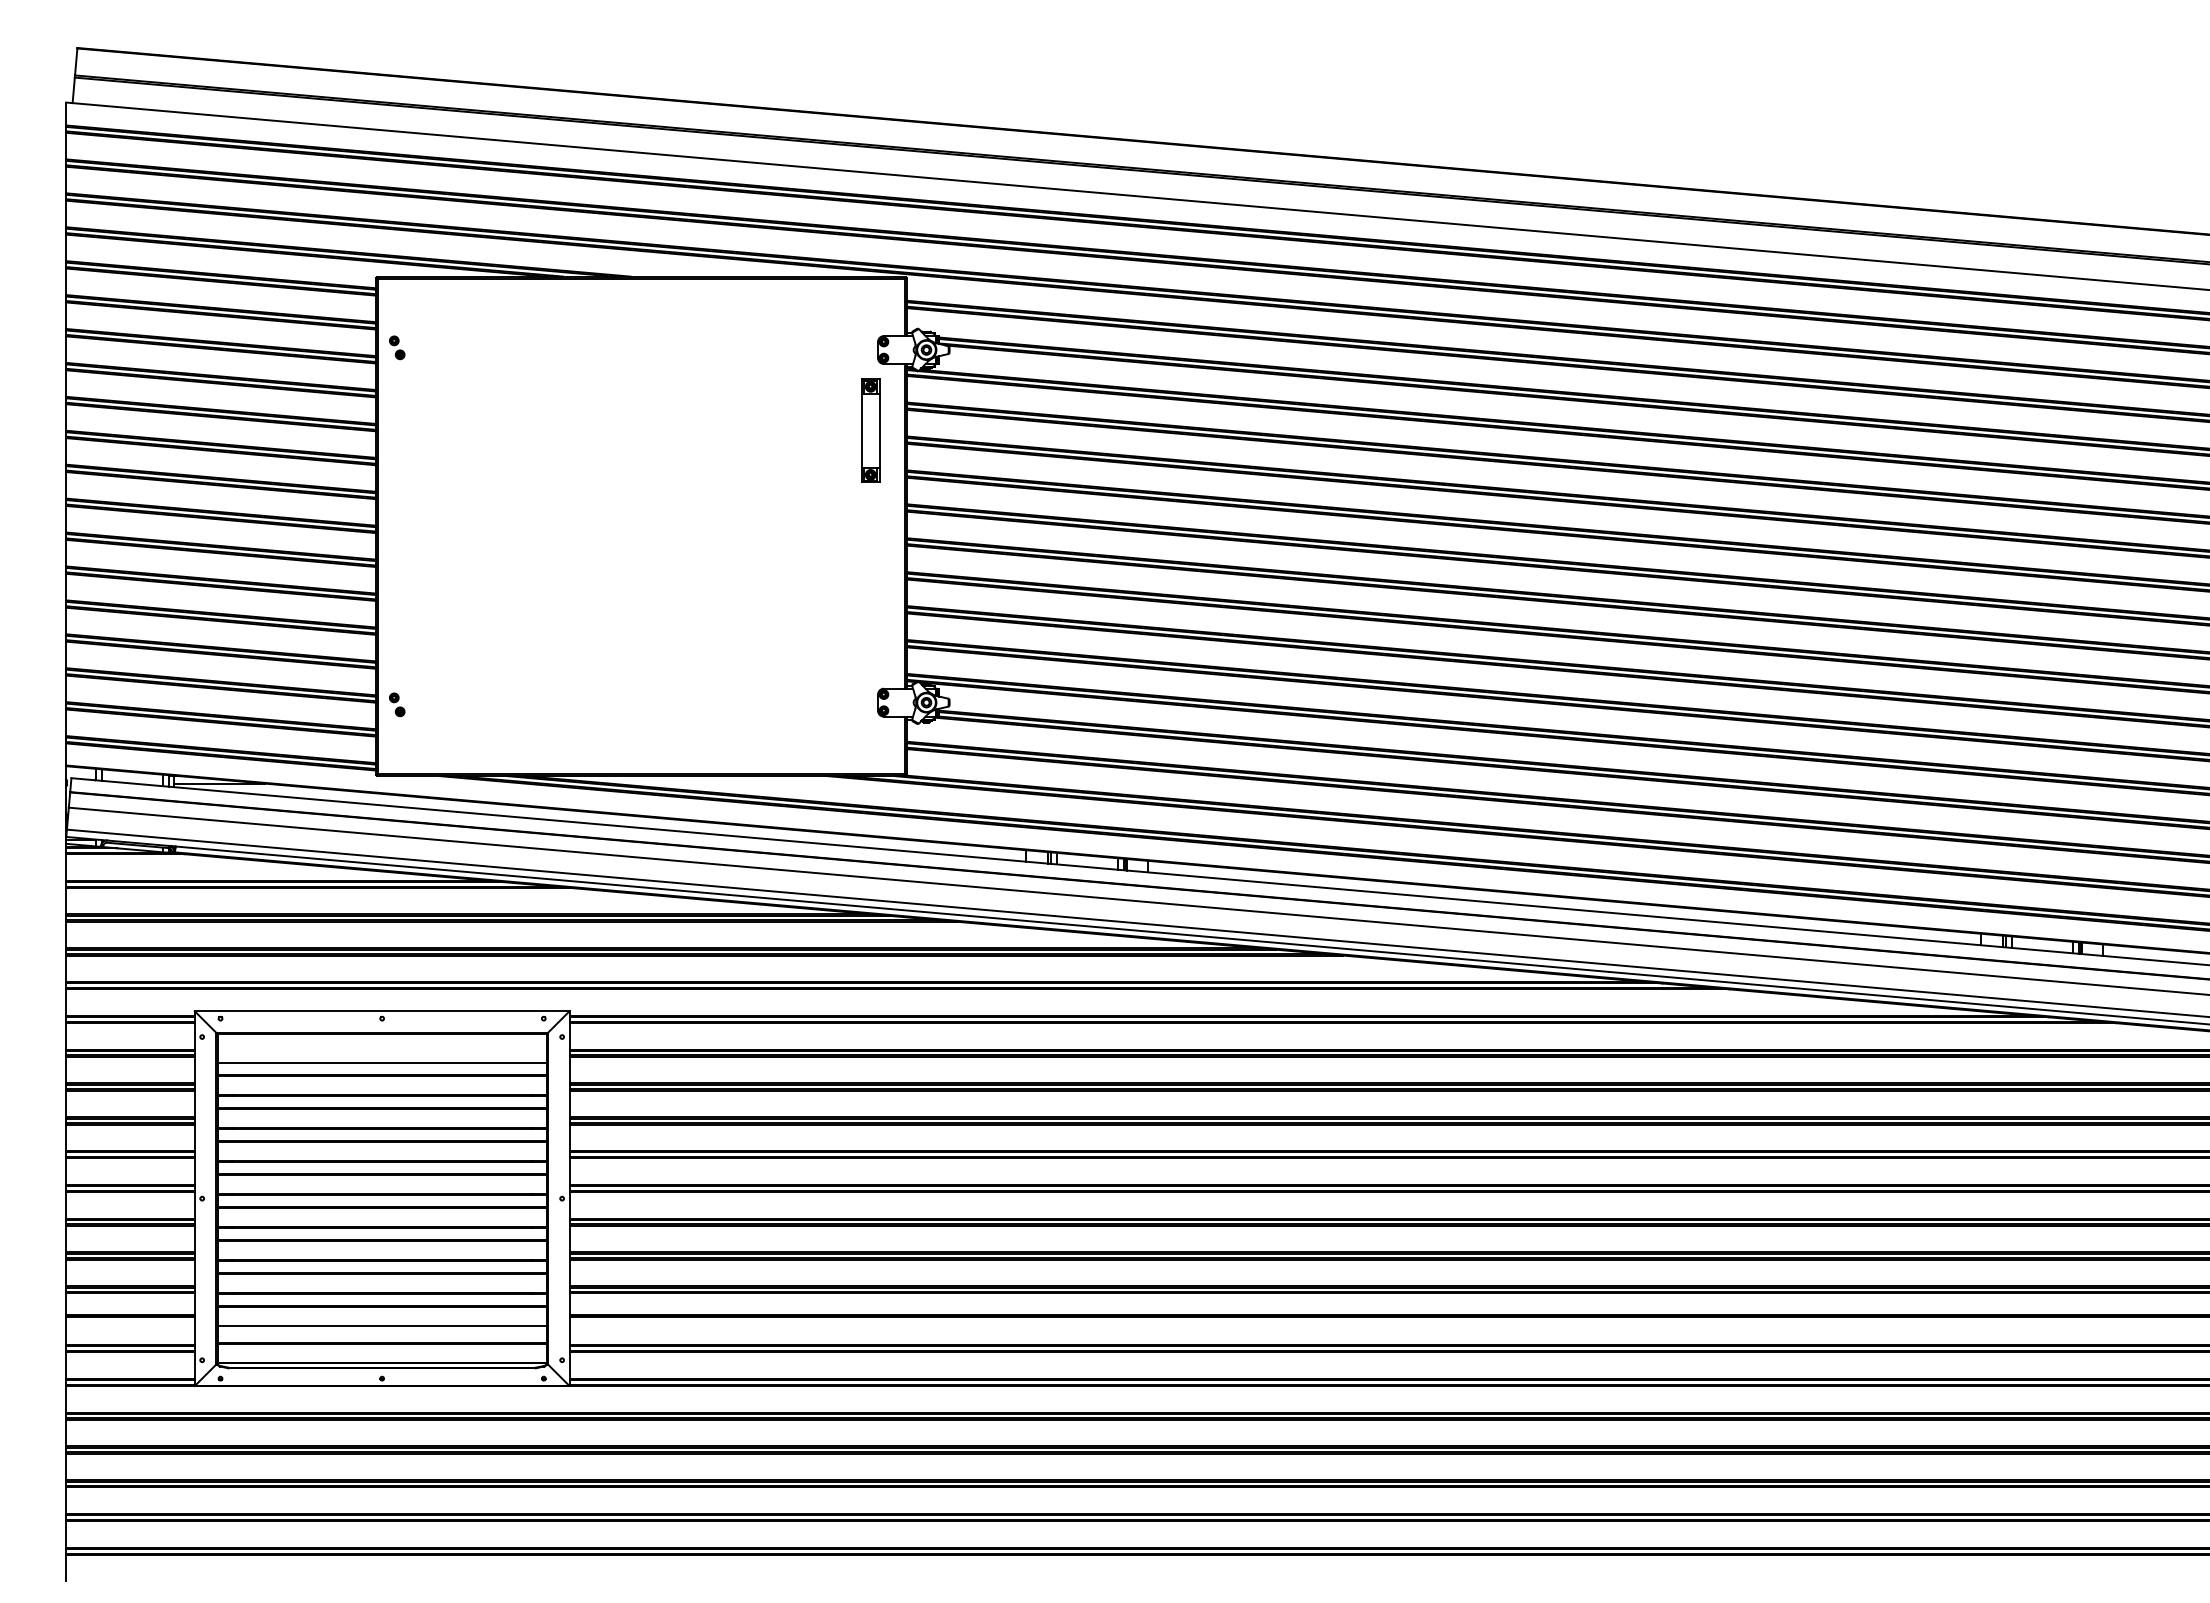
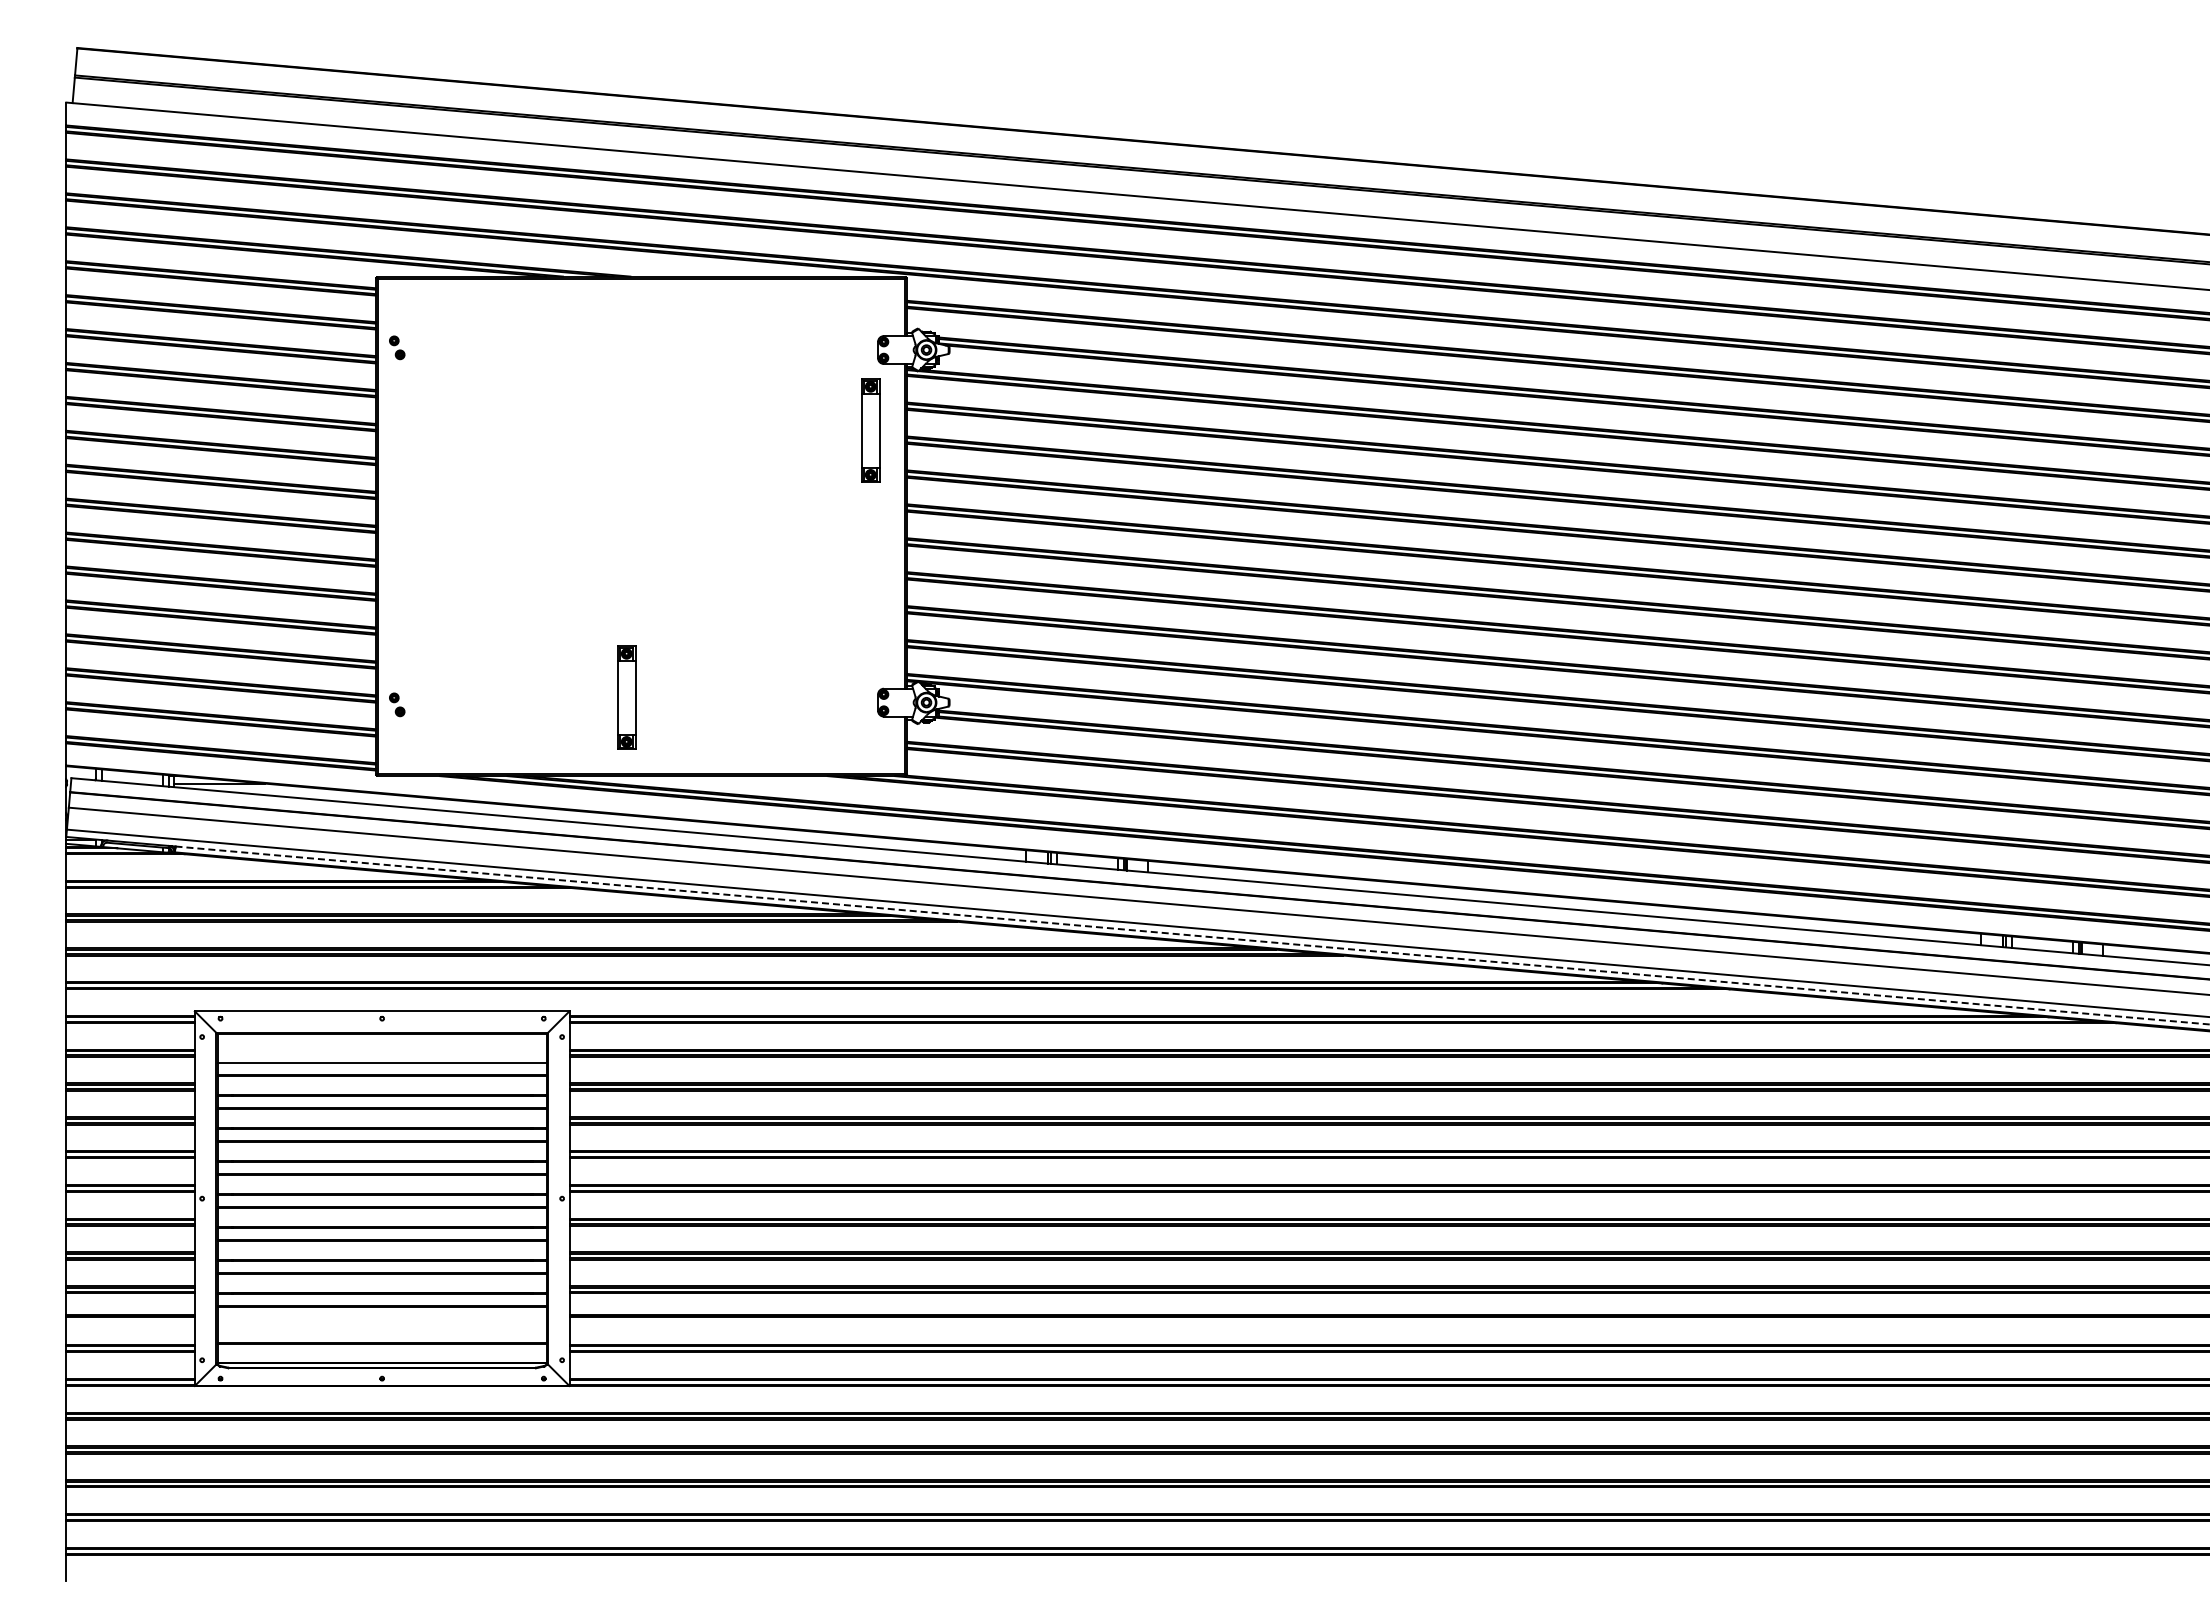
part at (626, 697): none -> present
line at (1192, 935): solid -> dashed
line at (381, 1326): present -> none
